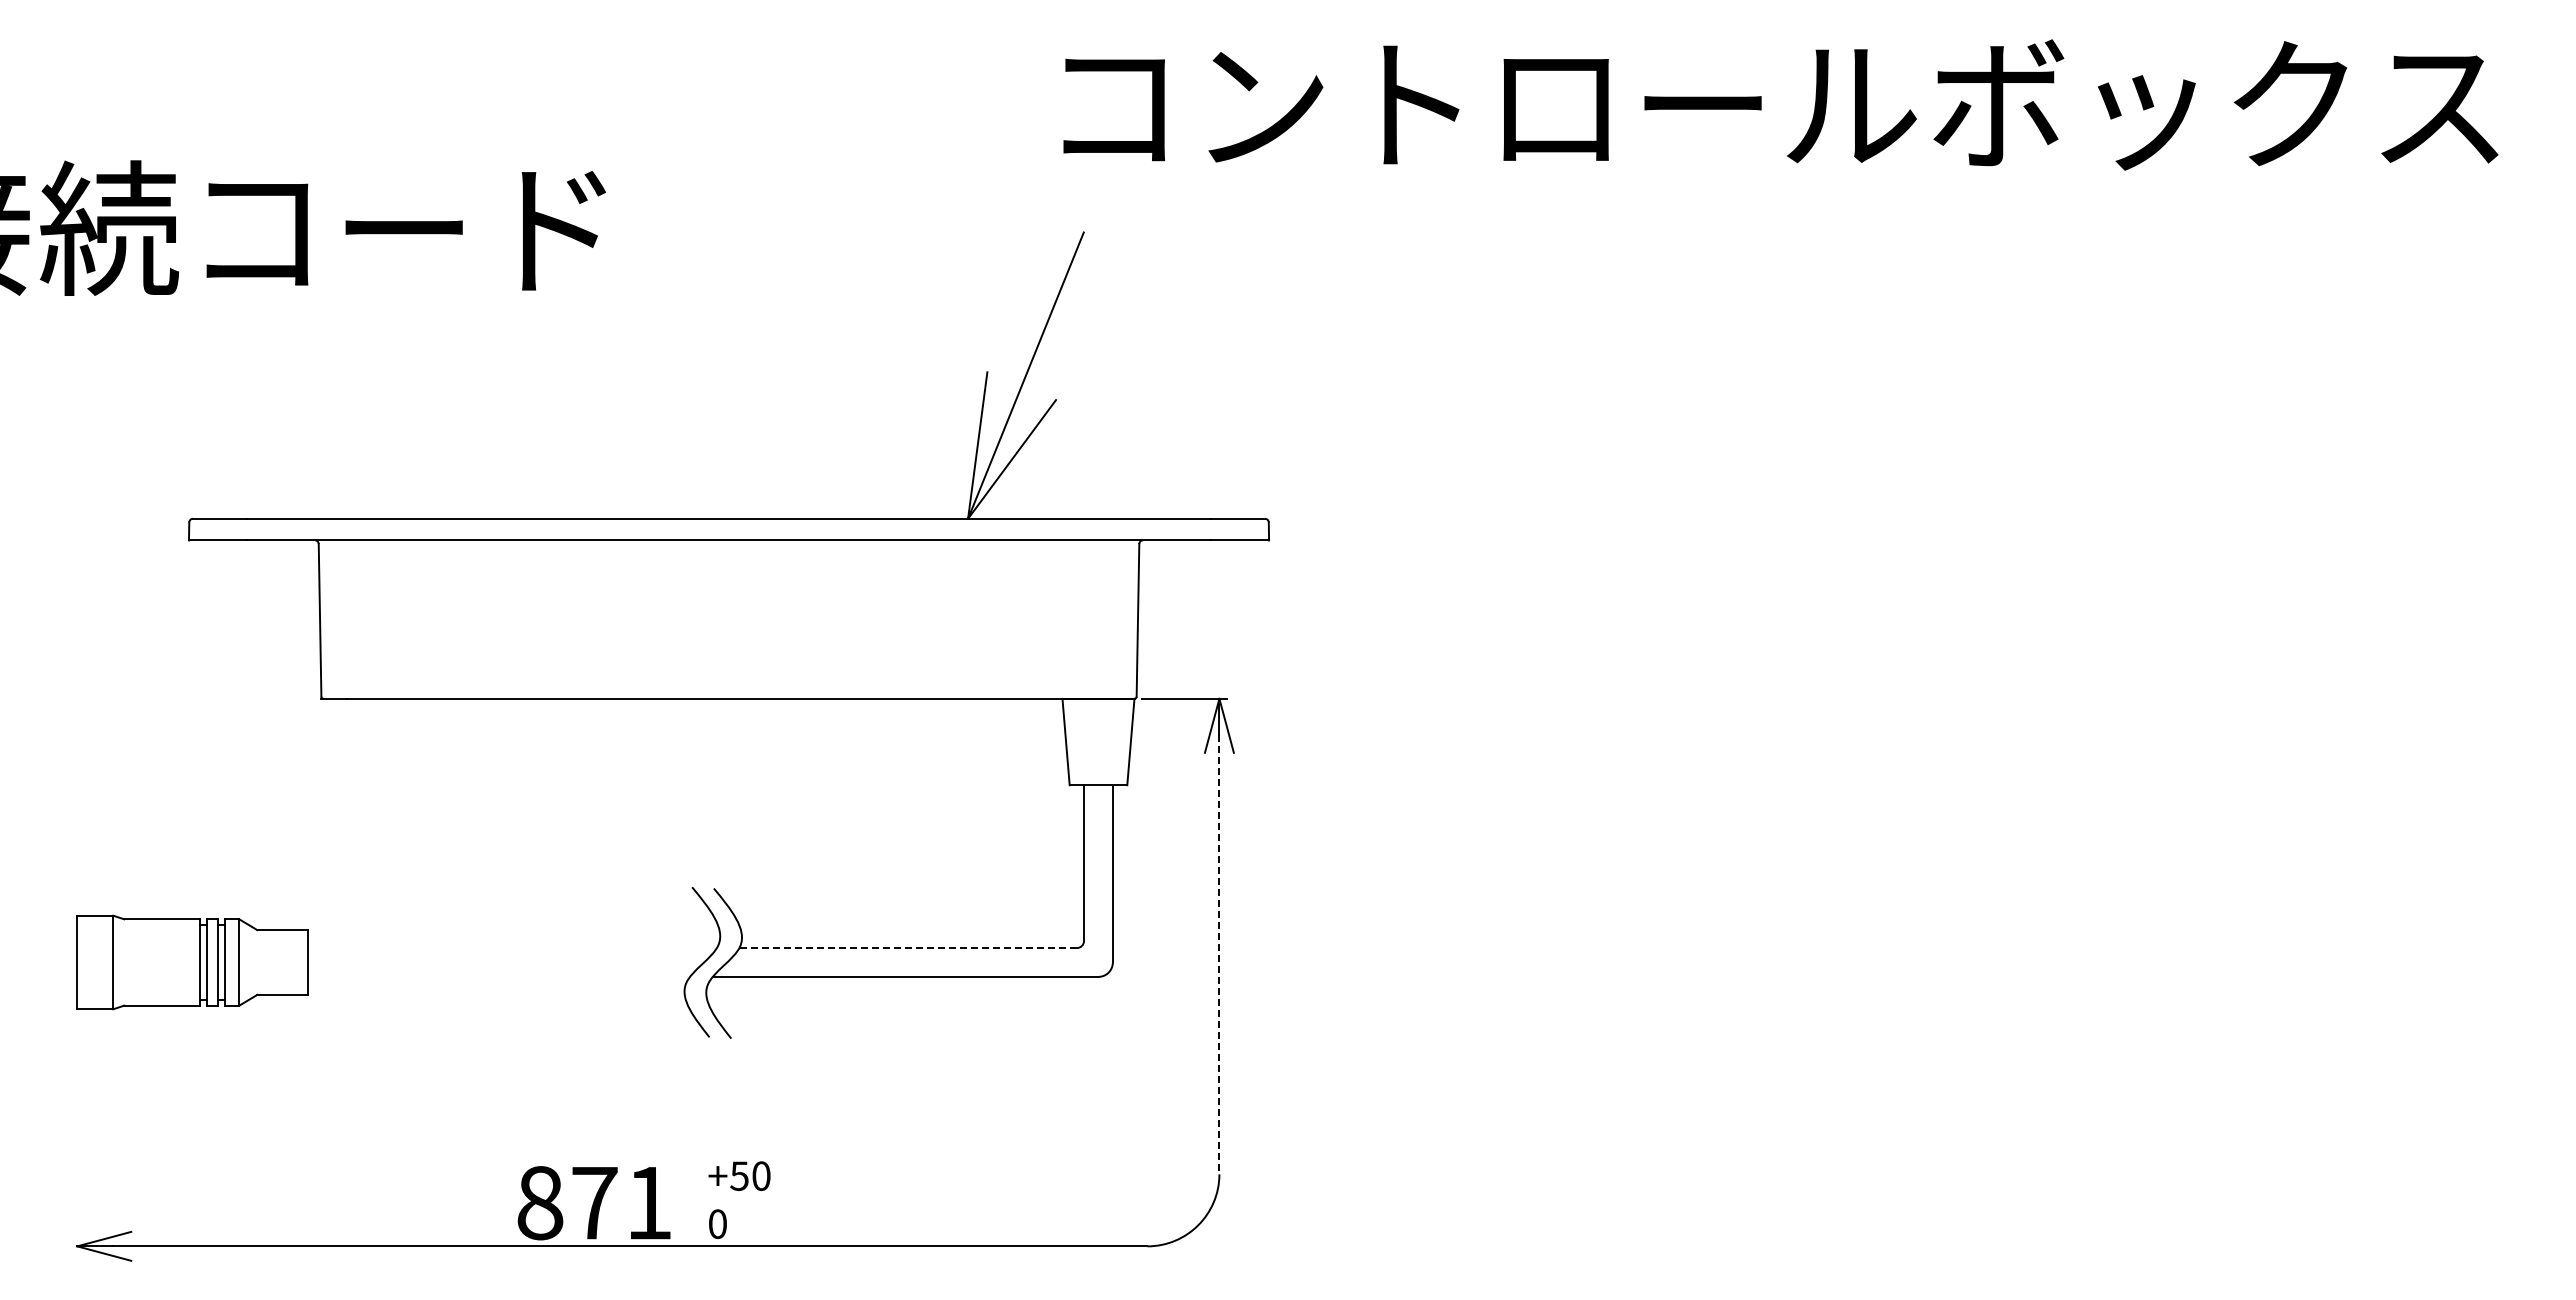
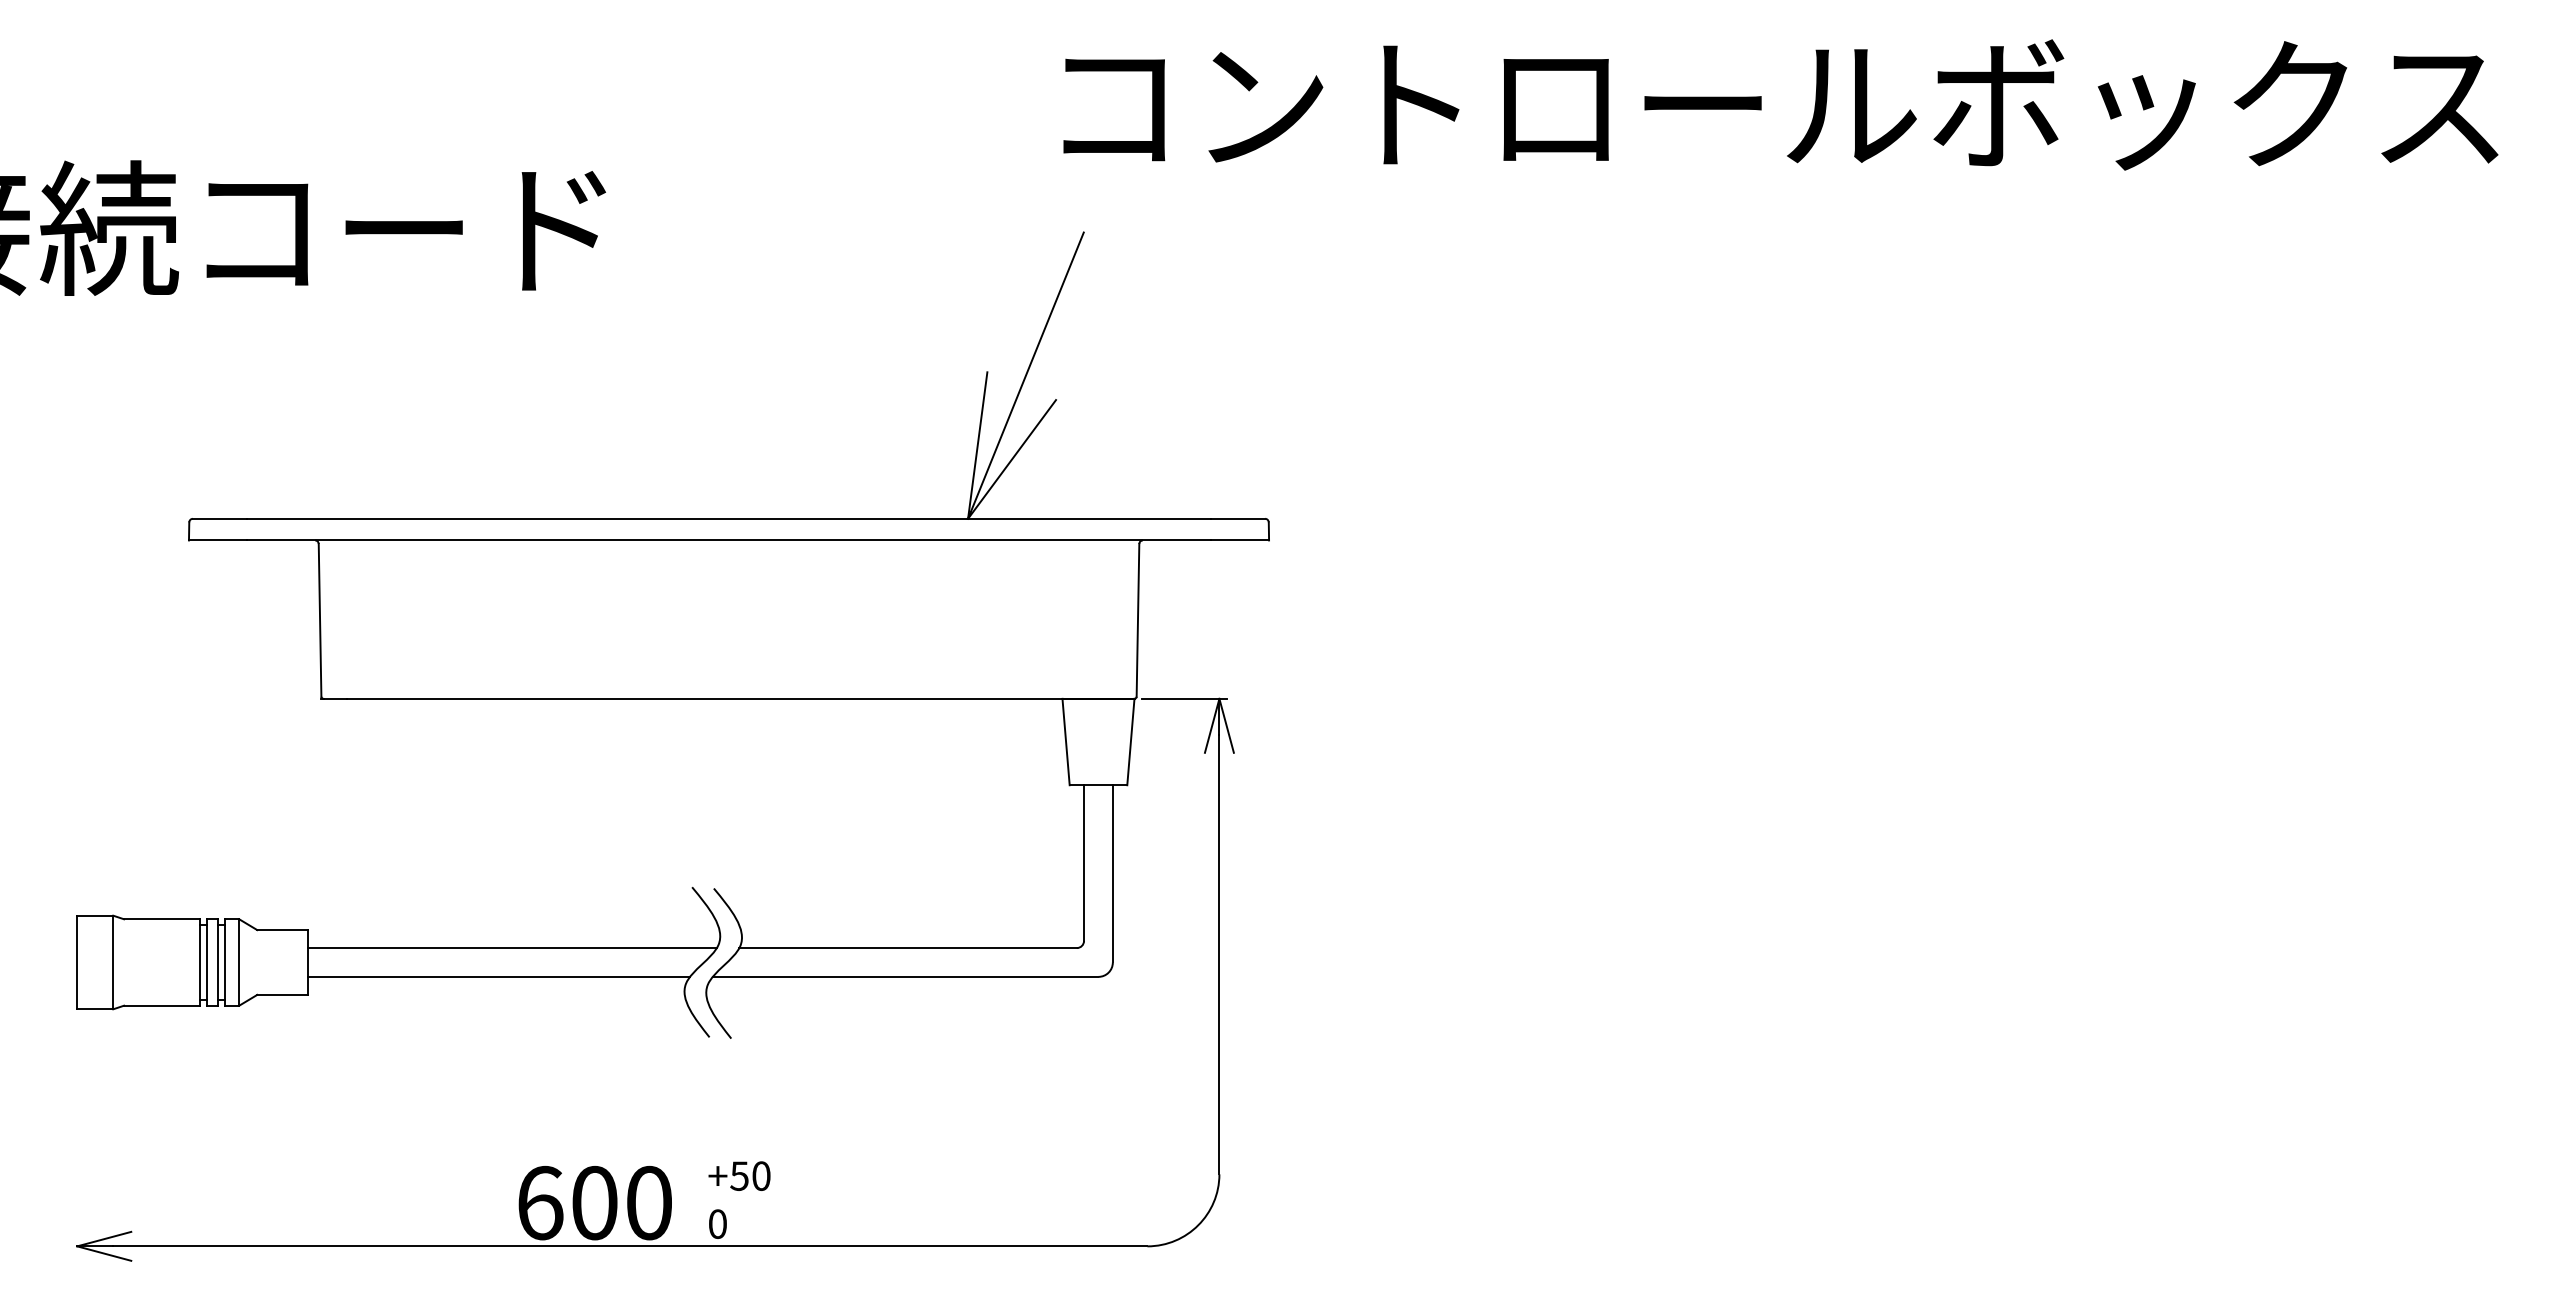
line at (511, 948): none -> present
line at (908, 948): dashed -> solid
line at (1219, 954): dashed -> solid
line at (498, 976): none -> present
text at (594, 1202): 871 -> 600
